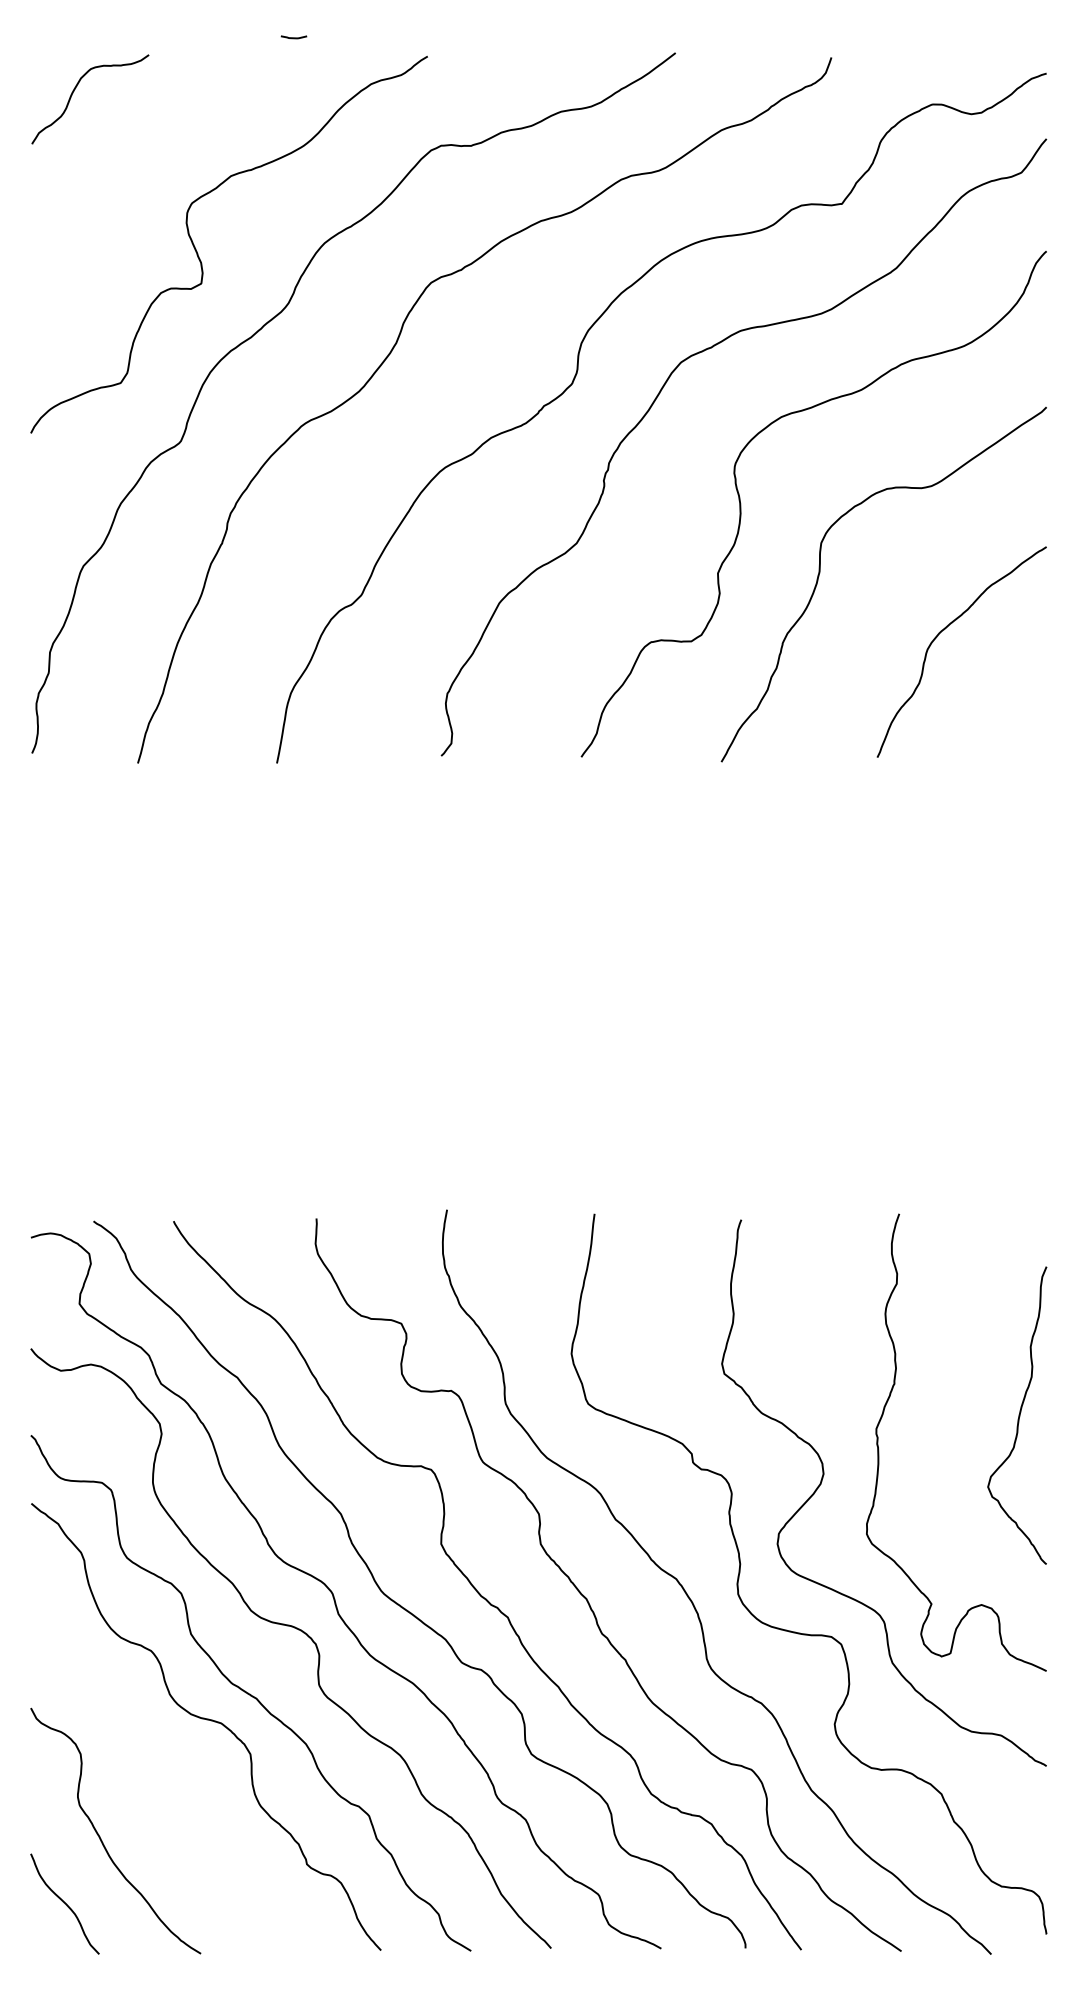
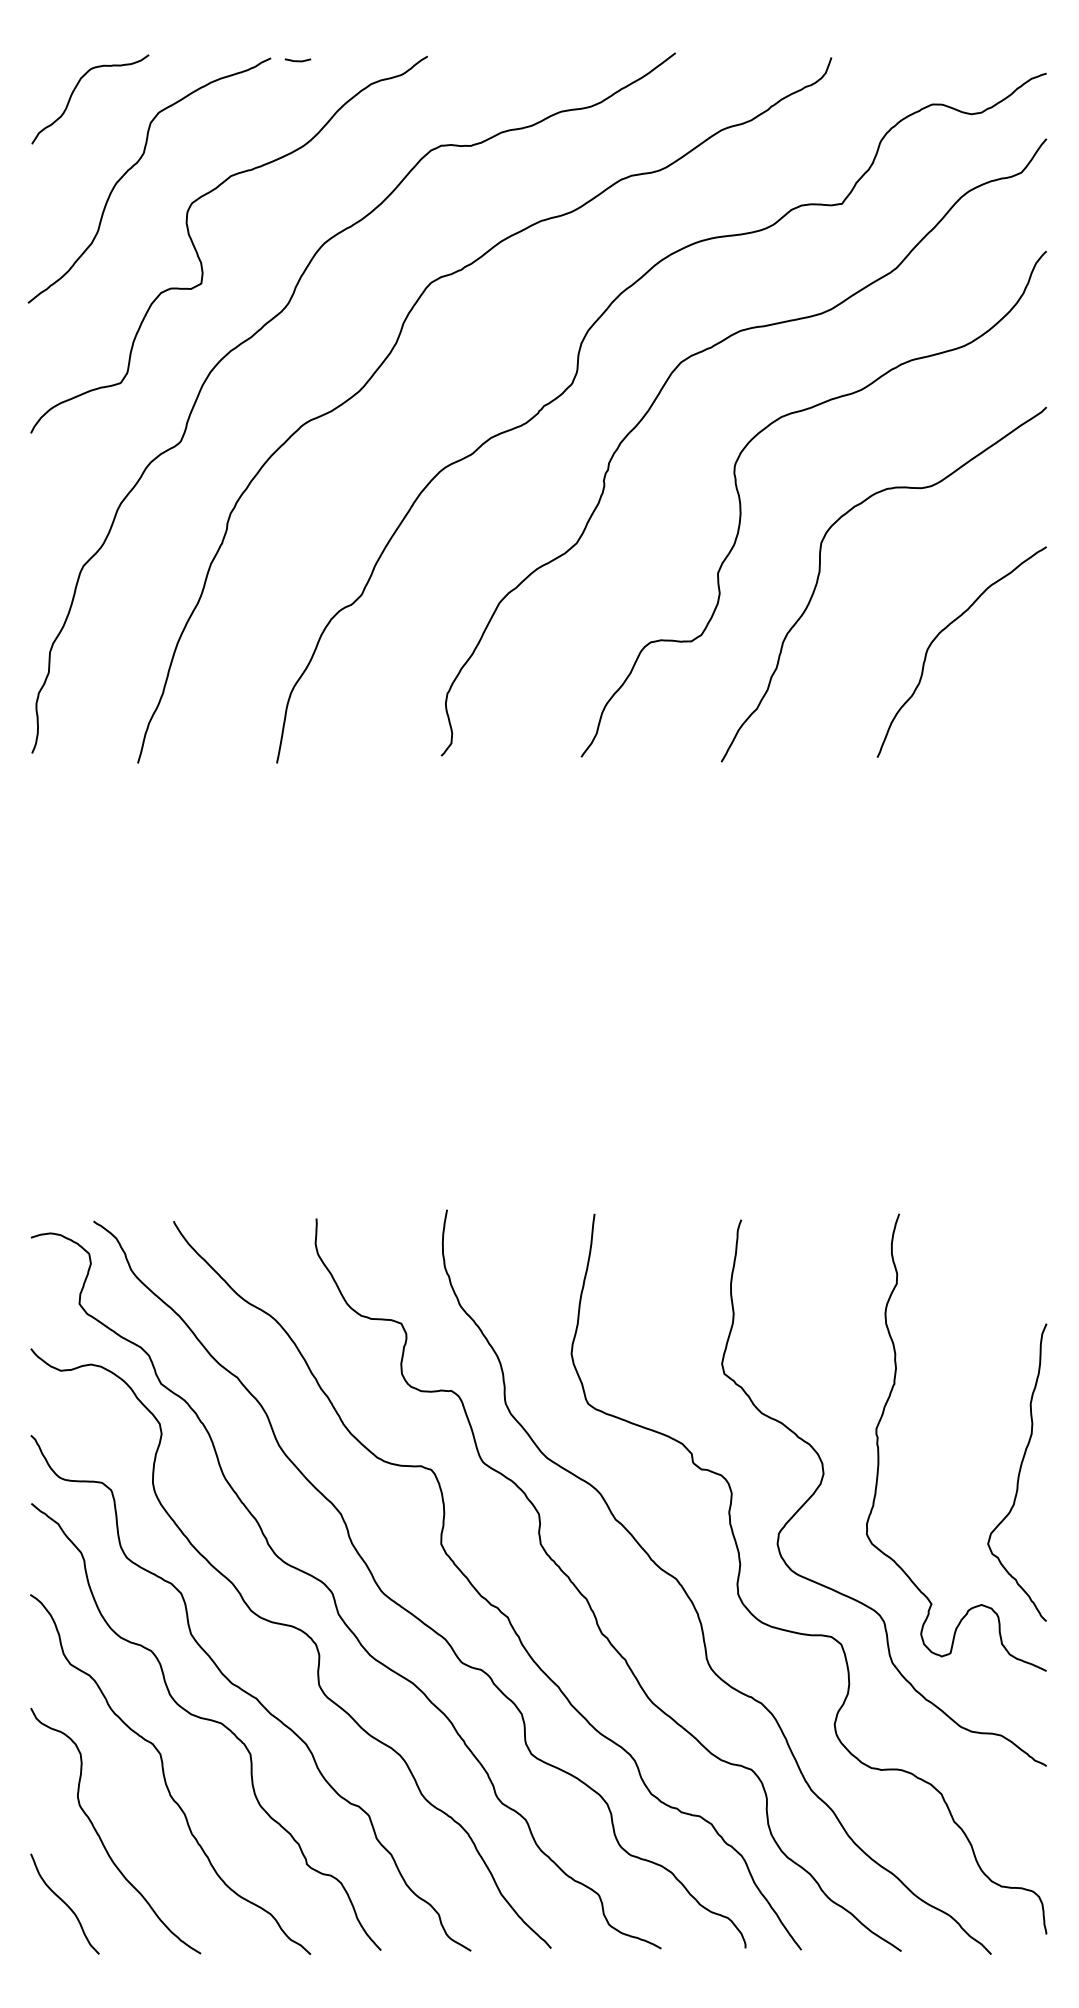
curve at (293, 37) position: (293, 37) -> (297, 60)
curve at (135, 165): none -> present
curve at (1018, 1415) position: (1018, 1415) -> (1018, 1472)
curve at (165, 1776): none -> present
